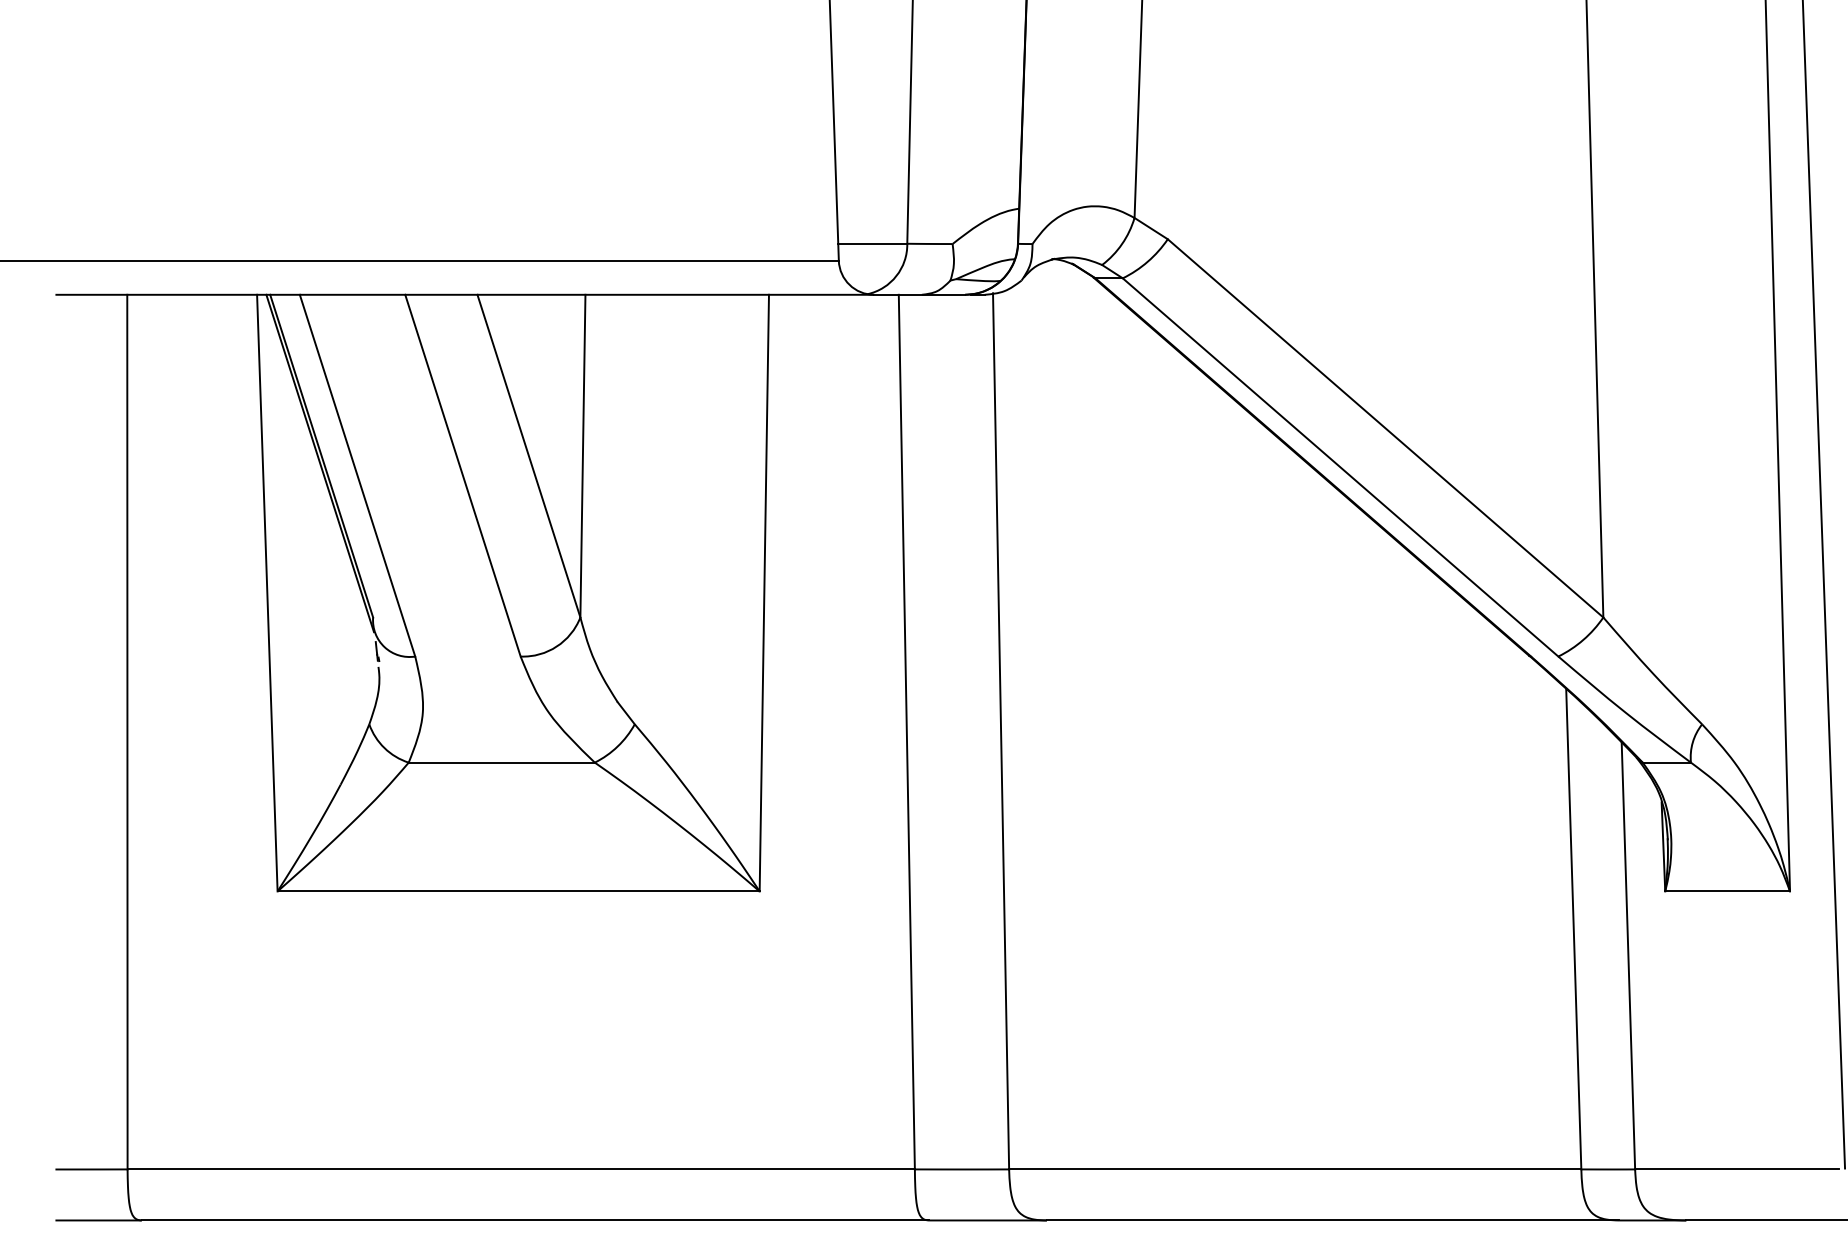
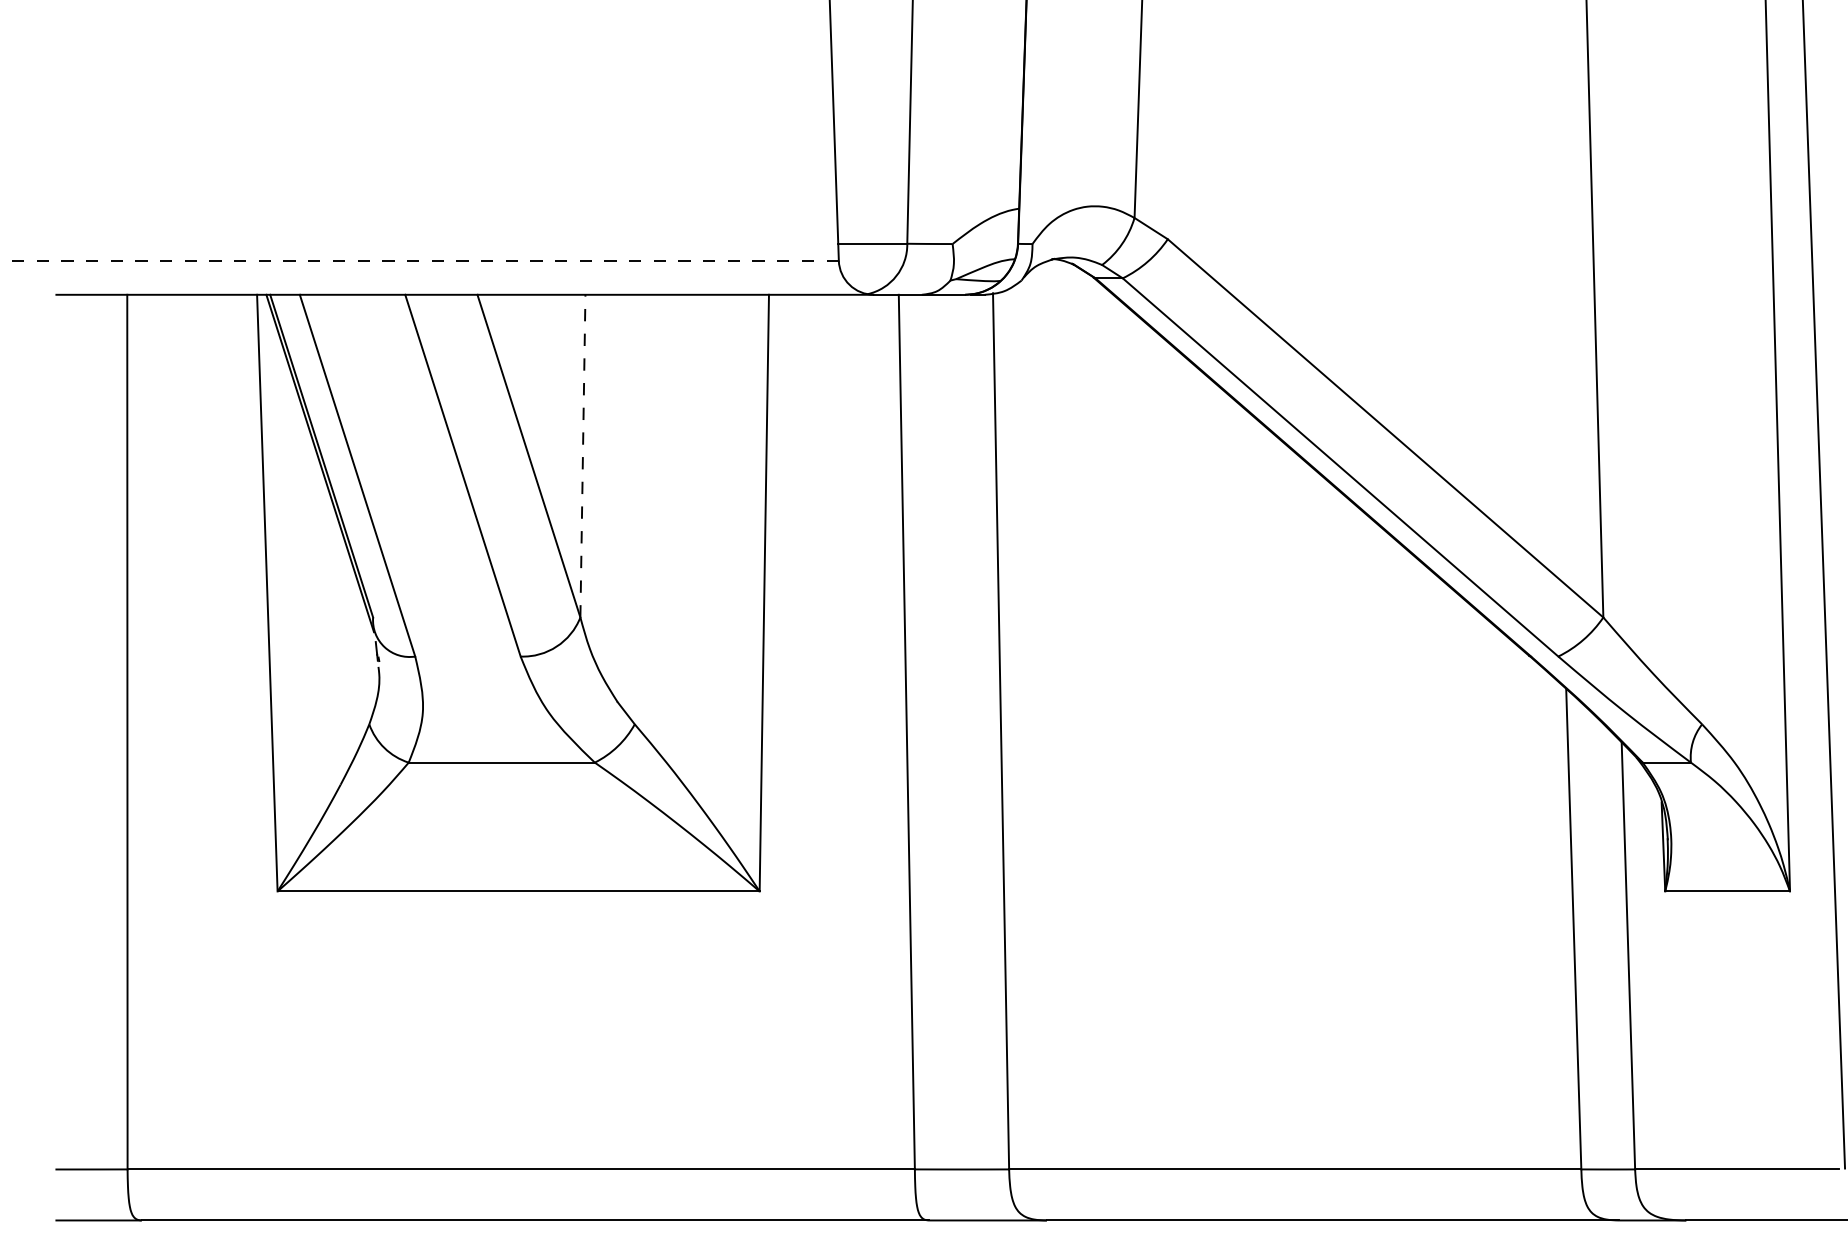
line at (419, 260): solid -> dashed
line at (582, 455): solid -> dashed
